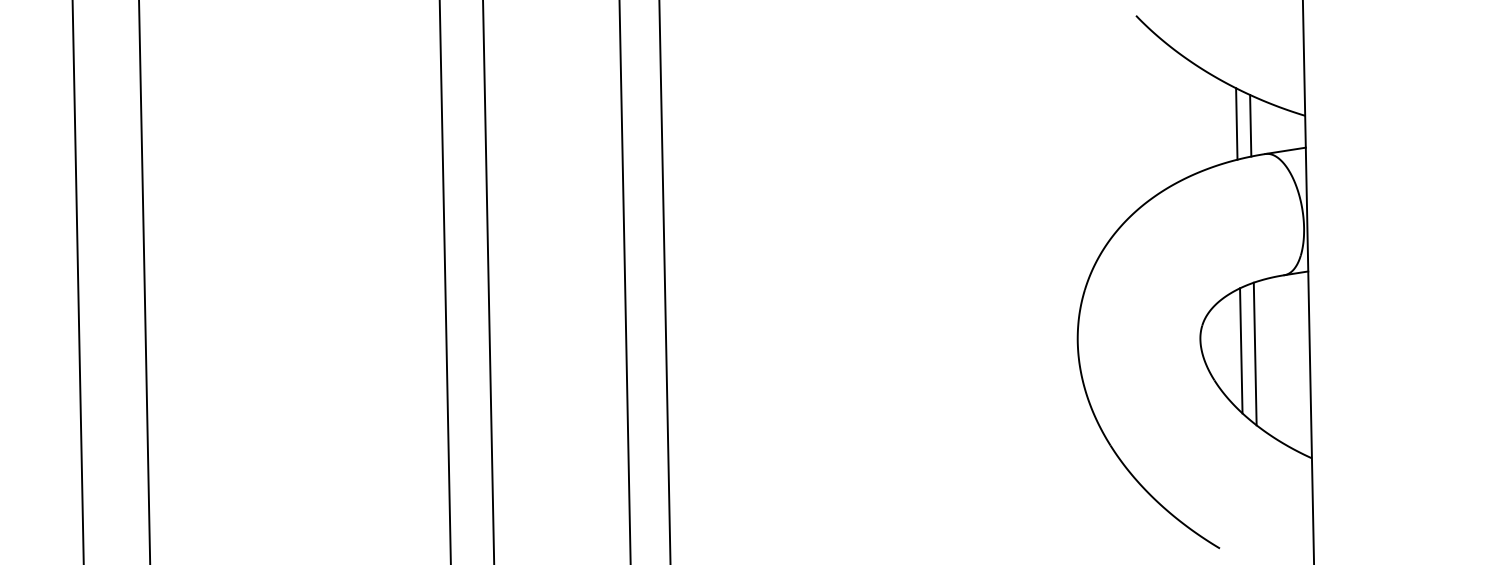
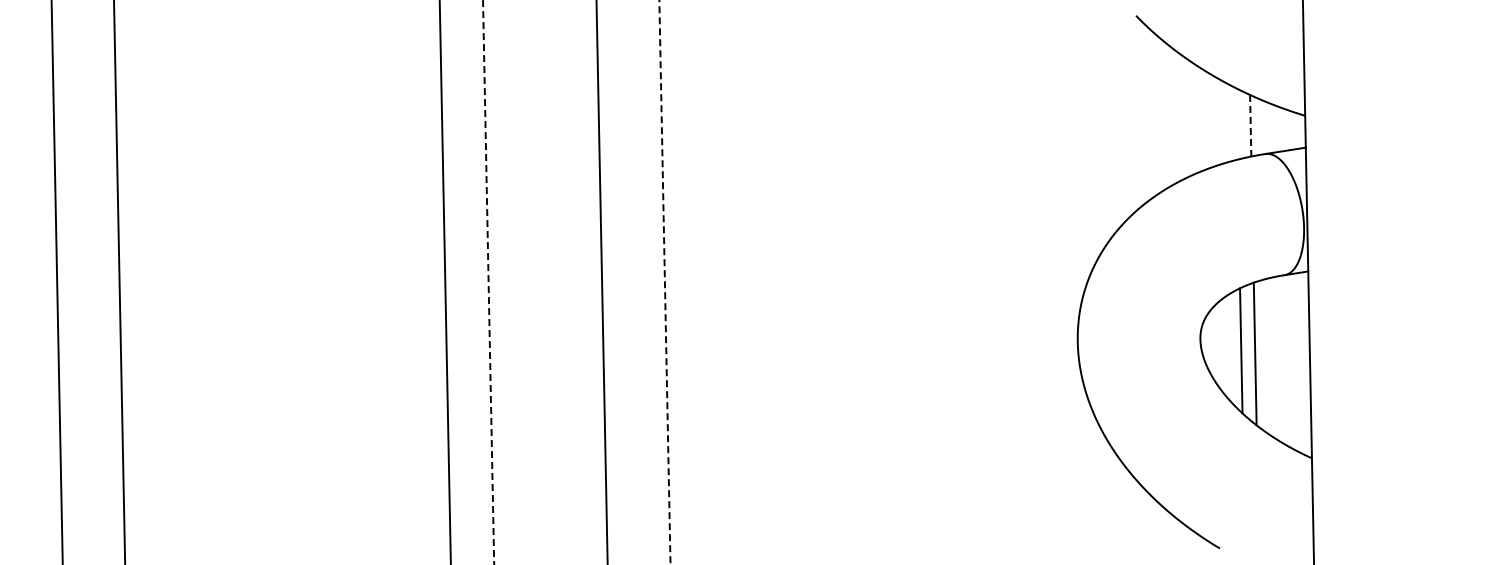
line at (1236, 123): present -> none
line at (1250, 125): solid -> dashed
line at (77, 281) position: (77, 281) -> (56, 281)
line at (144, 281) position: (144, 281) -> (119, 281)
line at (624, 281) position: (624, 281) -> (601, 281)
line at (488, 282): solid -> dashed
line at (664, 282): solid -> dashed
